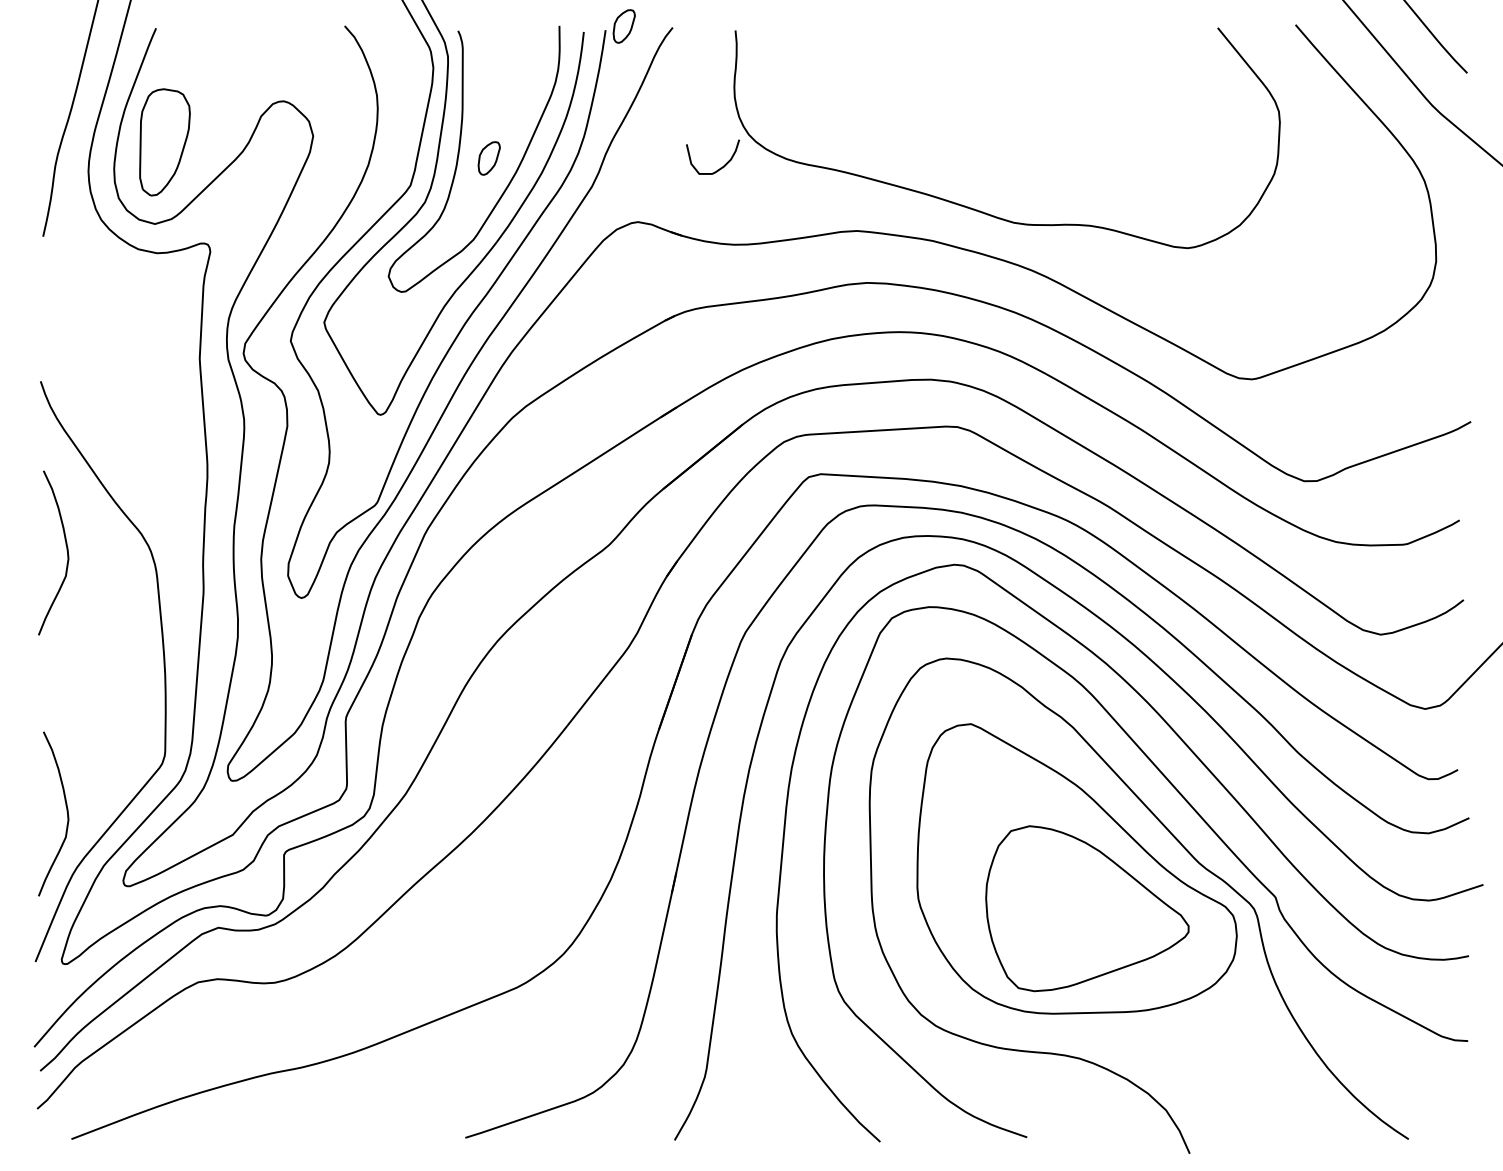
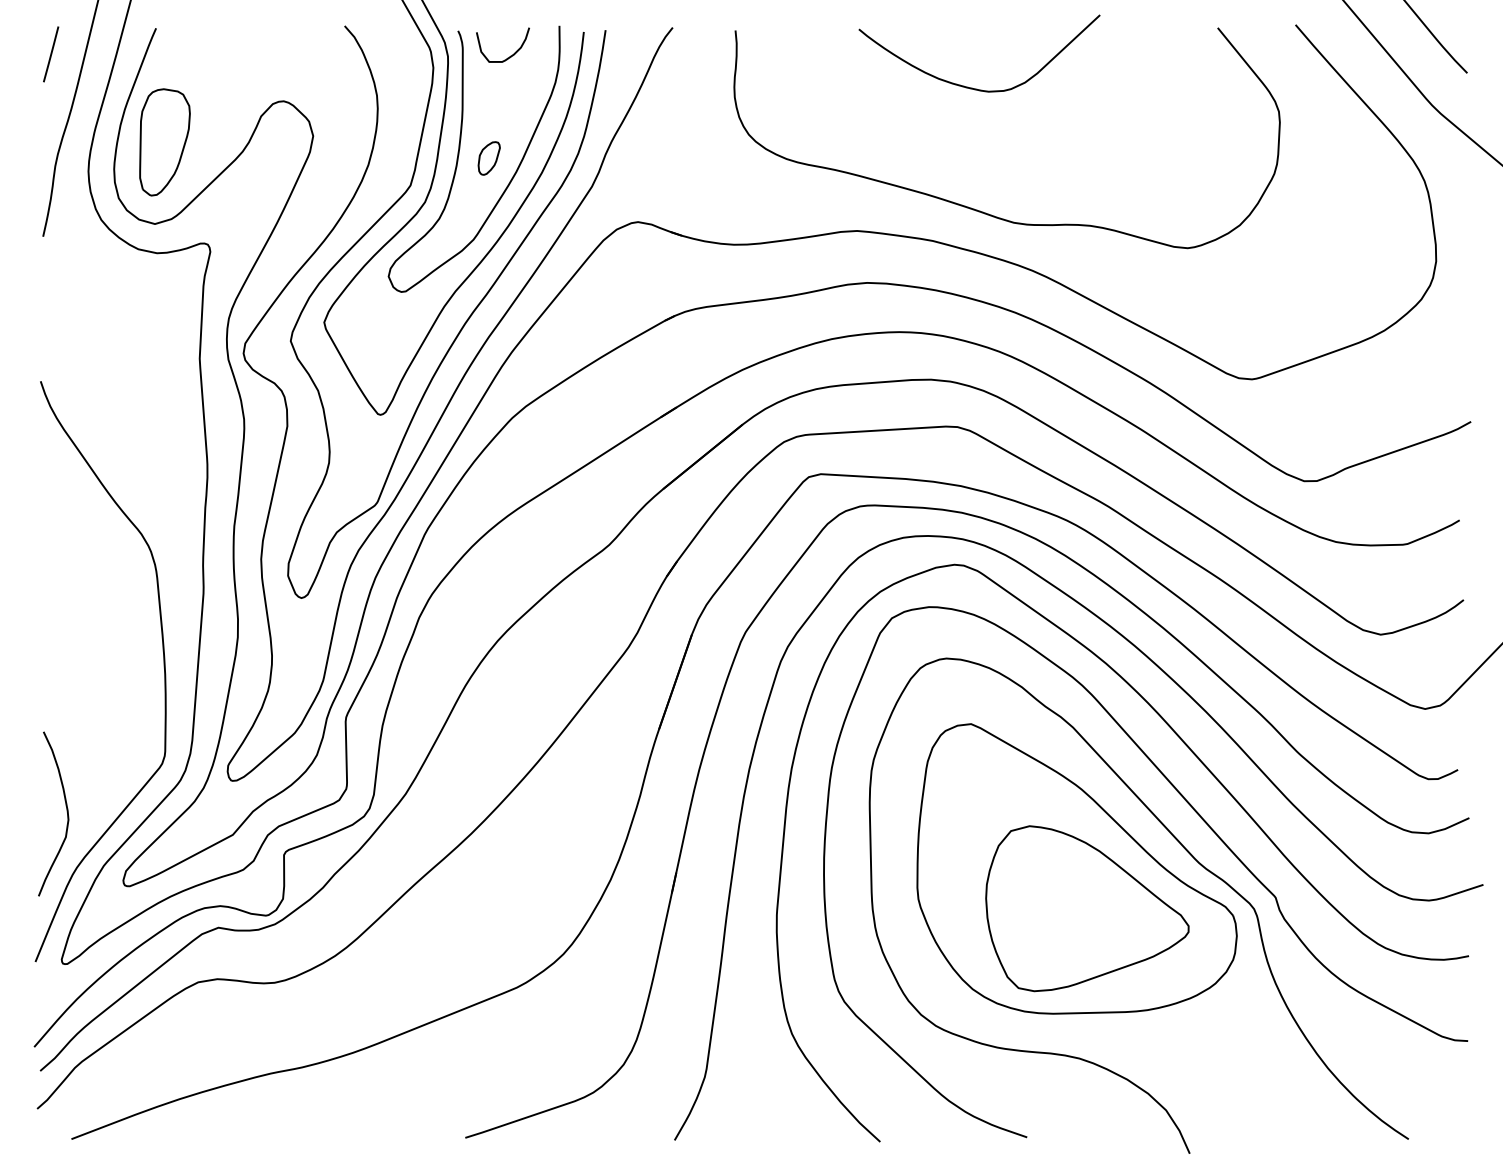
part at (623, 26): present -> none
line at (51, 54): none -> present
curve at (972, 87): none -> present
curve at (720, 167) position: (720, 167) -> (510, 55)
curve at (66, 550): present -> none
